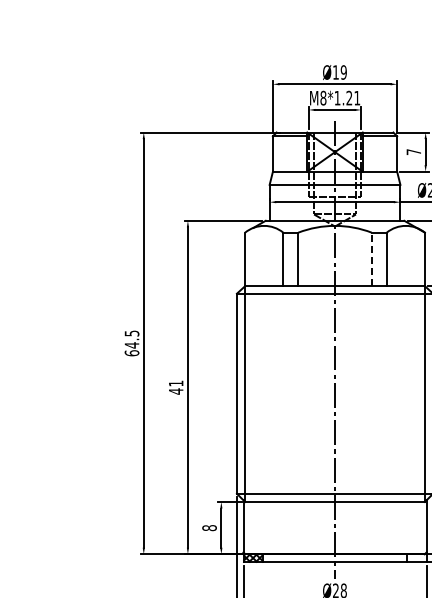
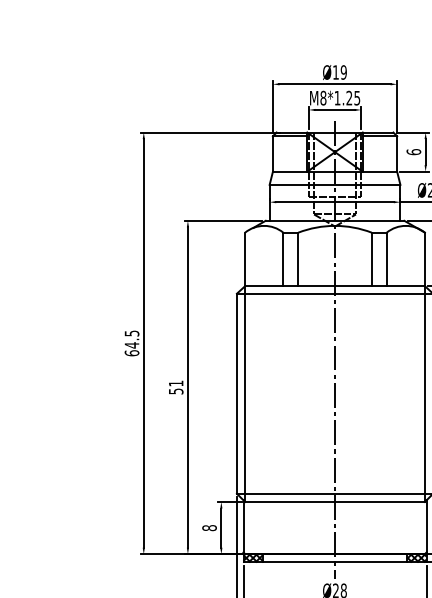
text at (357, 98): M8*1.21 -> M8*1.25
text at (413, 152): 7 -> 6
line at (371, 259): dashed -> solid
text at (176, 391): 41 -> 51
hatch at (416, 558): none -> present
